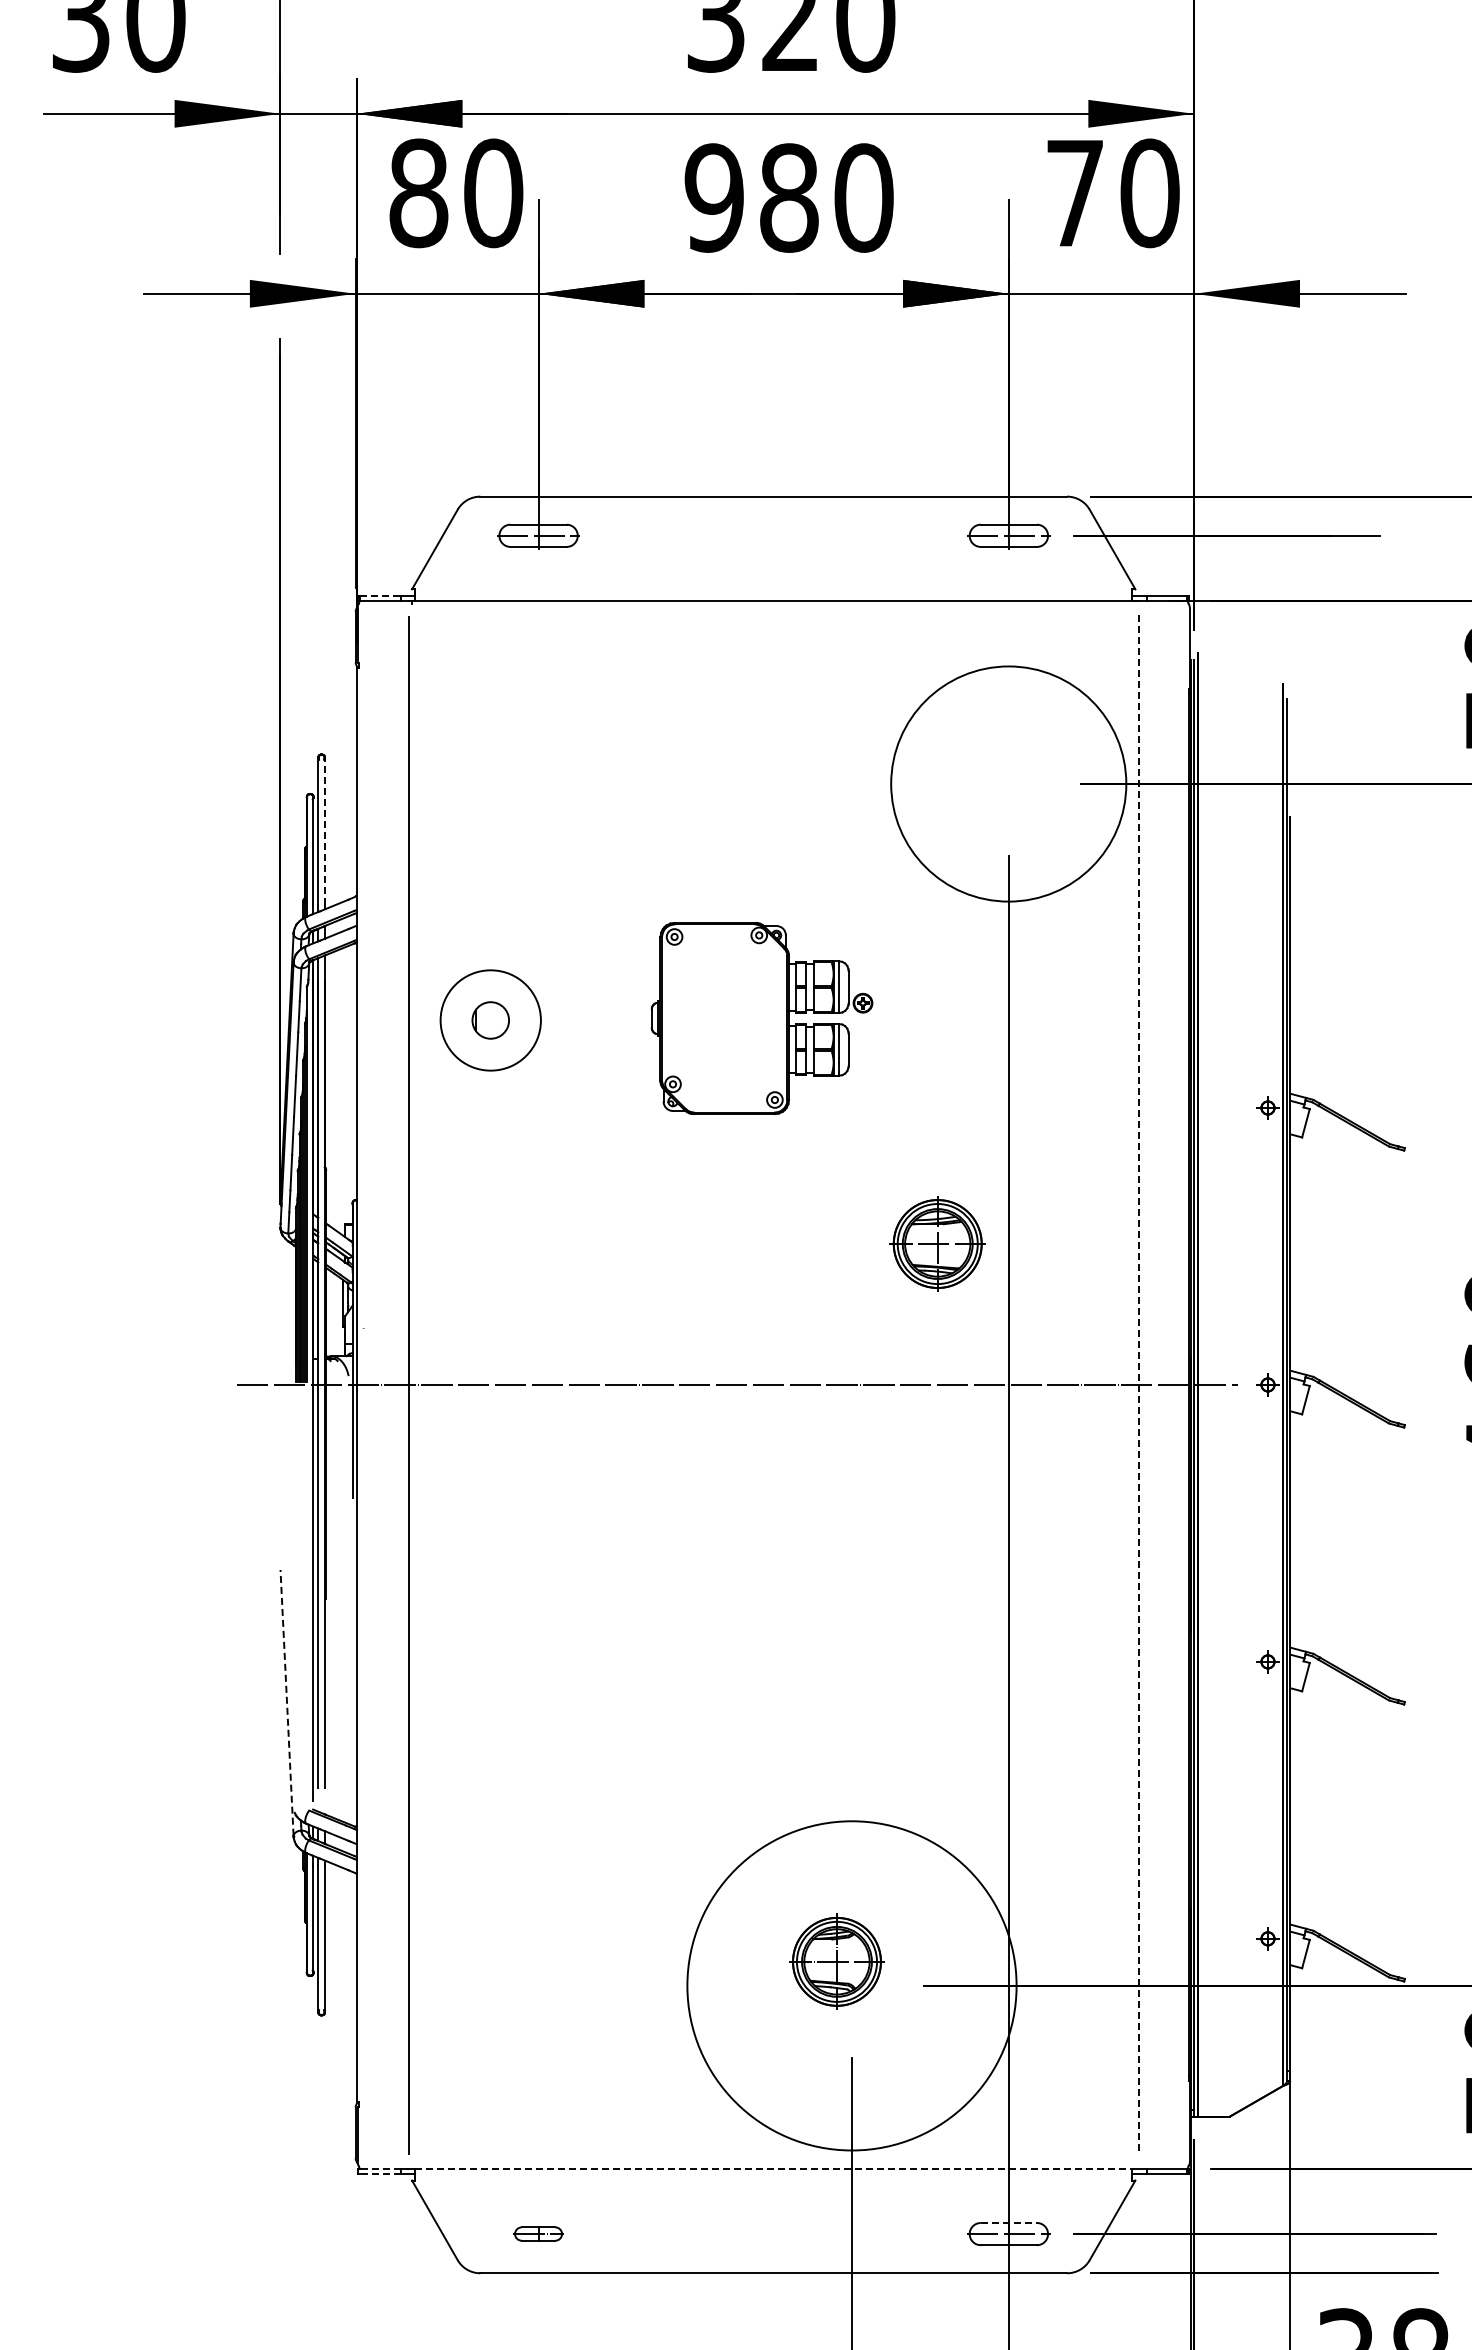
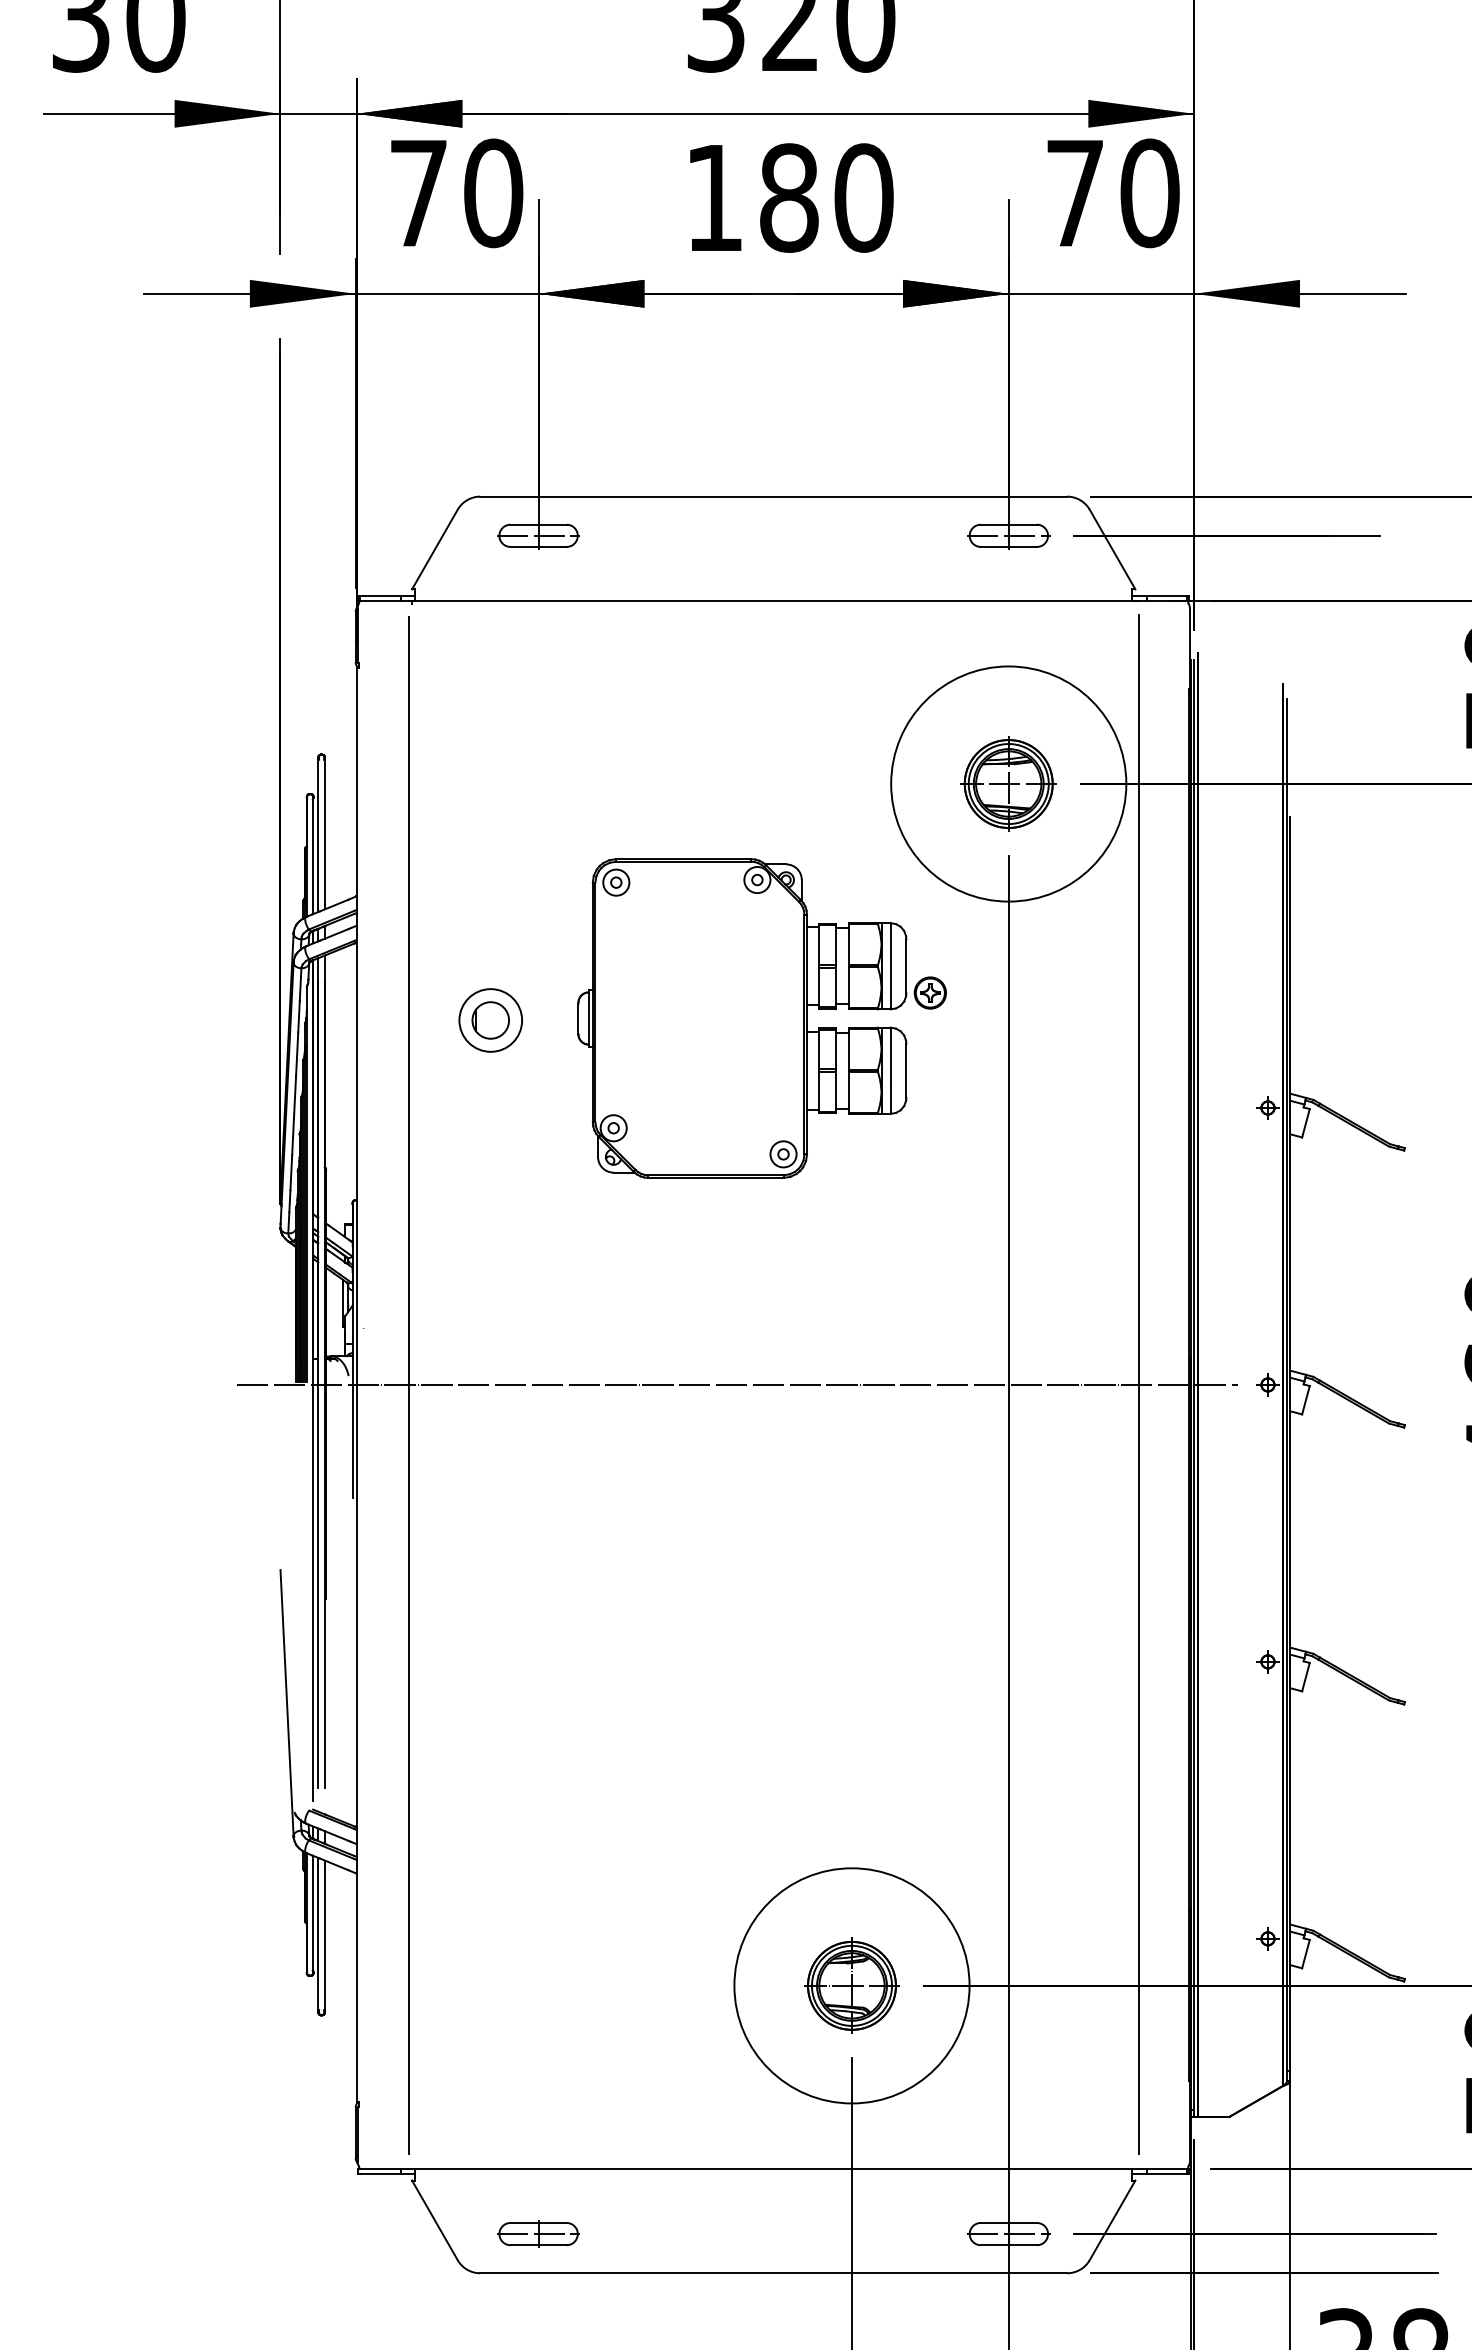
text at (418, 193): 80 -> 70
text at (713, 197): 980 -> 180
line at (381, 595): dashed -> solid
line at (324, 831): dashed -> solid
part at (761, 1018) size: 224x194 px -> 370x321 px
circle at (490, 1020) diameter: 100 px -> 63 px
part at (937, 1243) position: (937, 1243) -> (1008, 783)
line at (1138, 1385): dashed -> solid
line at (287, 1702): dashed -> solid
part at (836, 1961) position: (836, 1961) -> (851, 1985)
circle at (851, 1985) diameter: 329 px -> 235 px
line at (380, 2168): dashed -> solid
line at (773, 2168): dashed -> solid
line at (380, 2174): dashed -> solid
line at (1009, 2222): dashed -> solid
part at (538, 2233) size: 51x16 px -> 83x28 px
